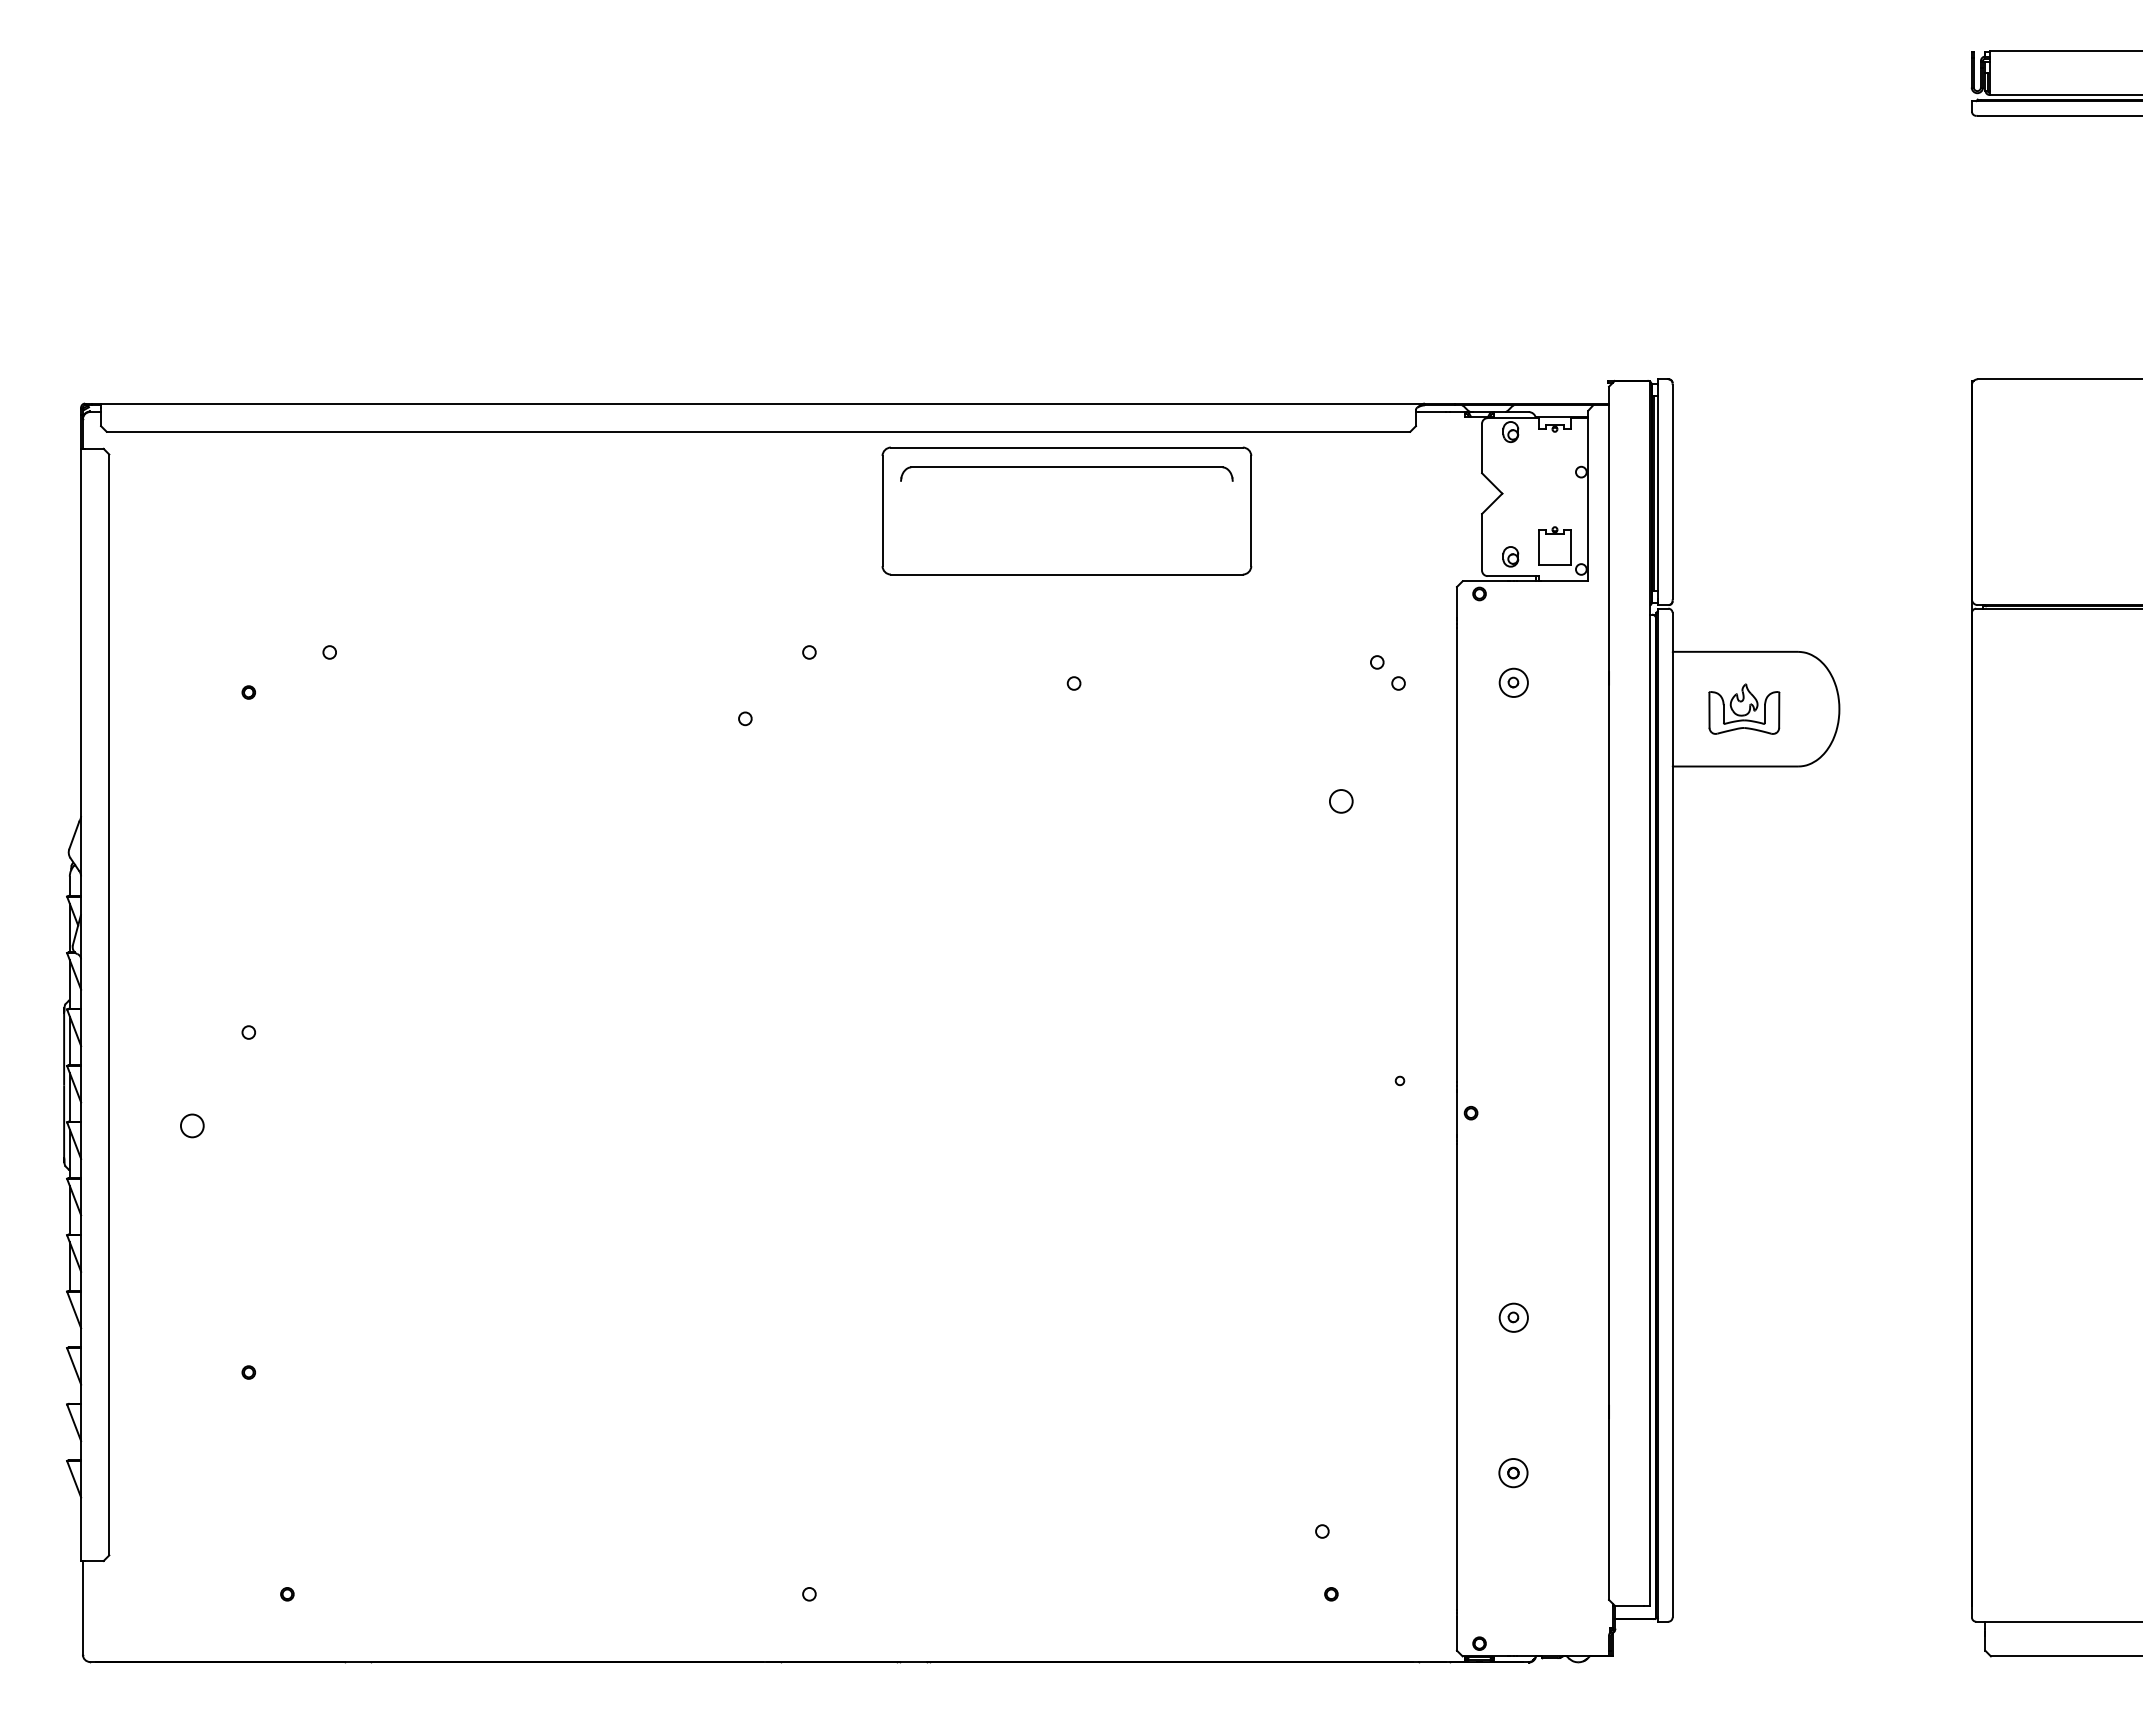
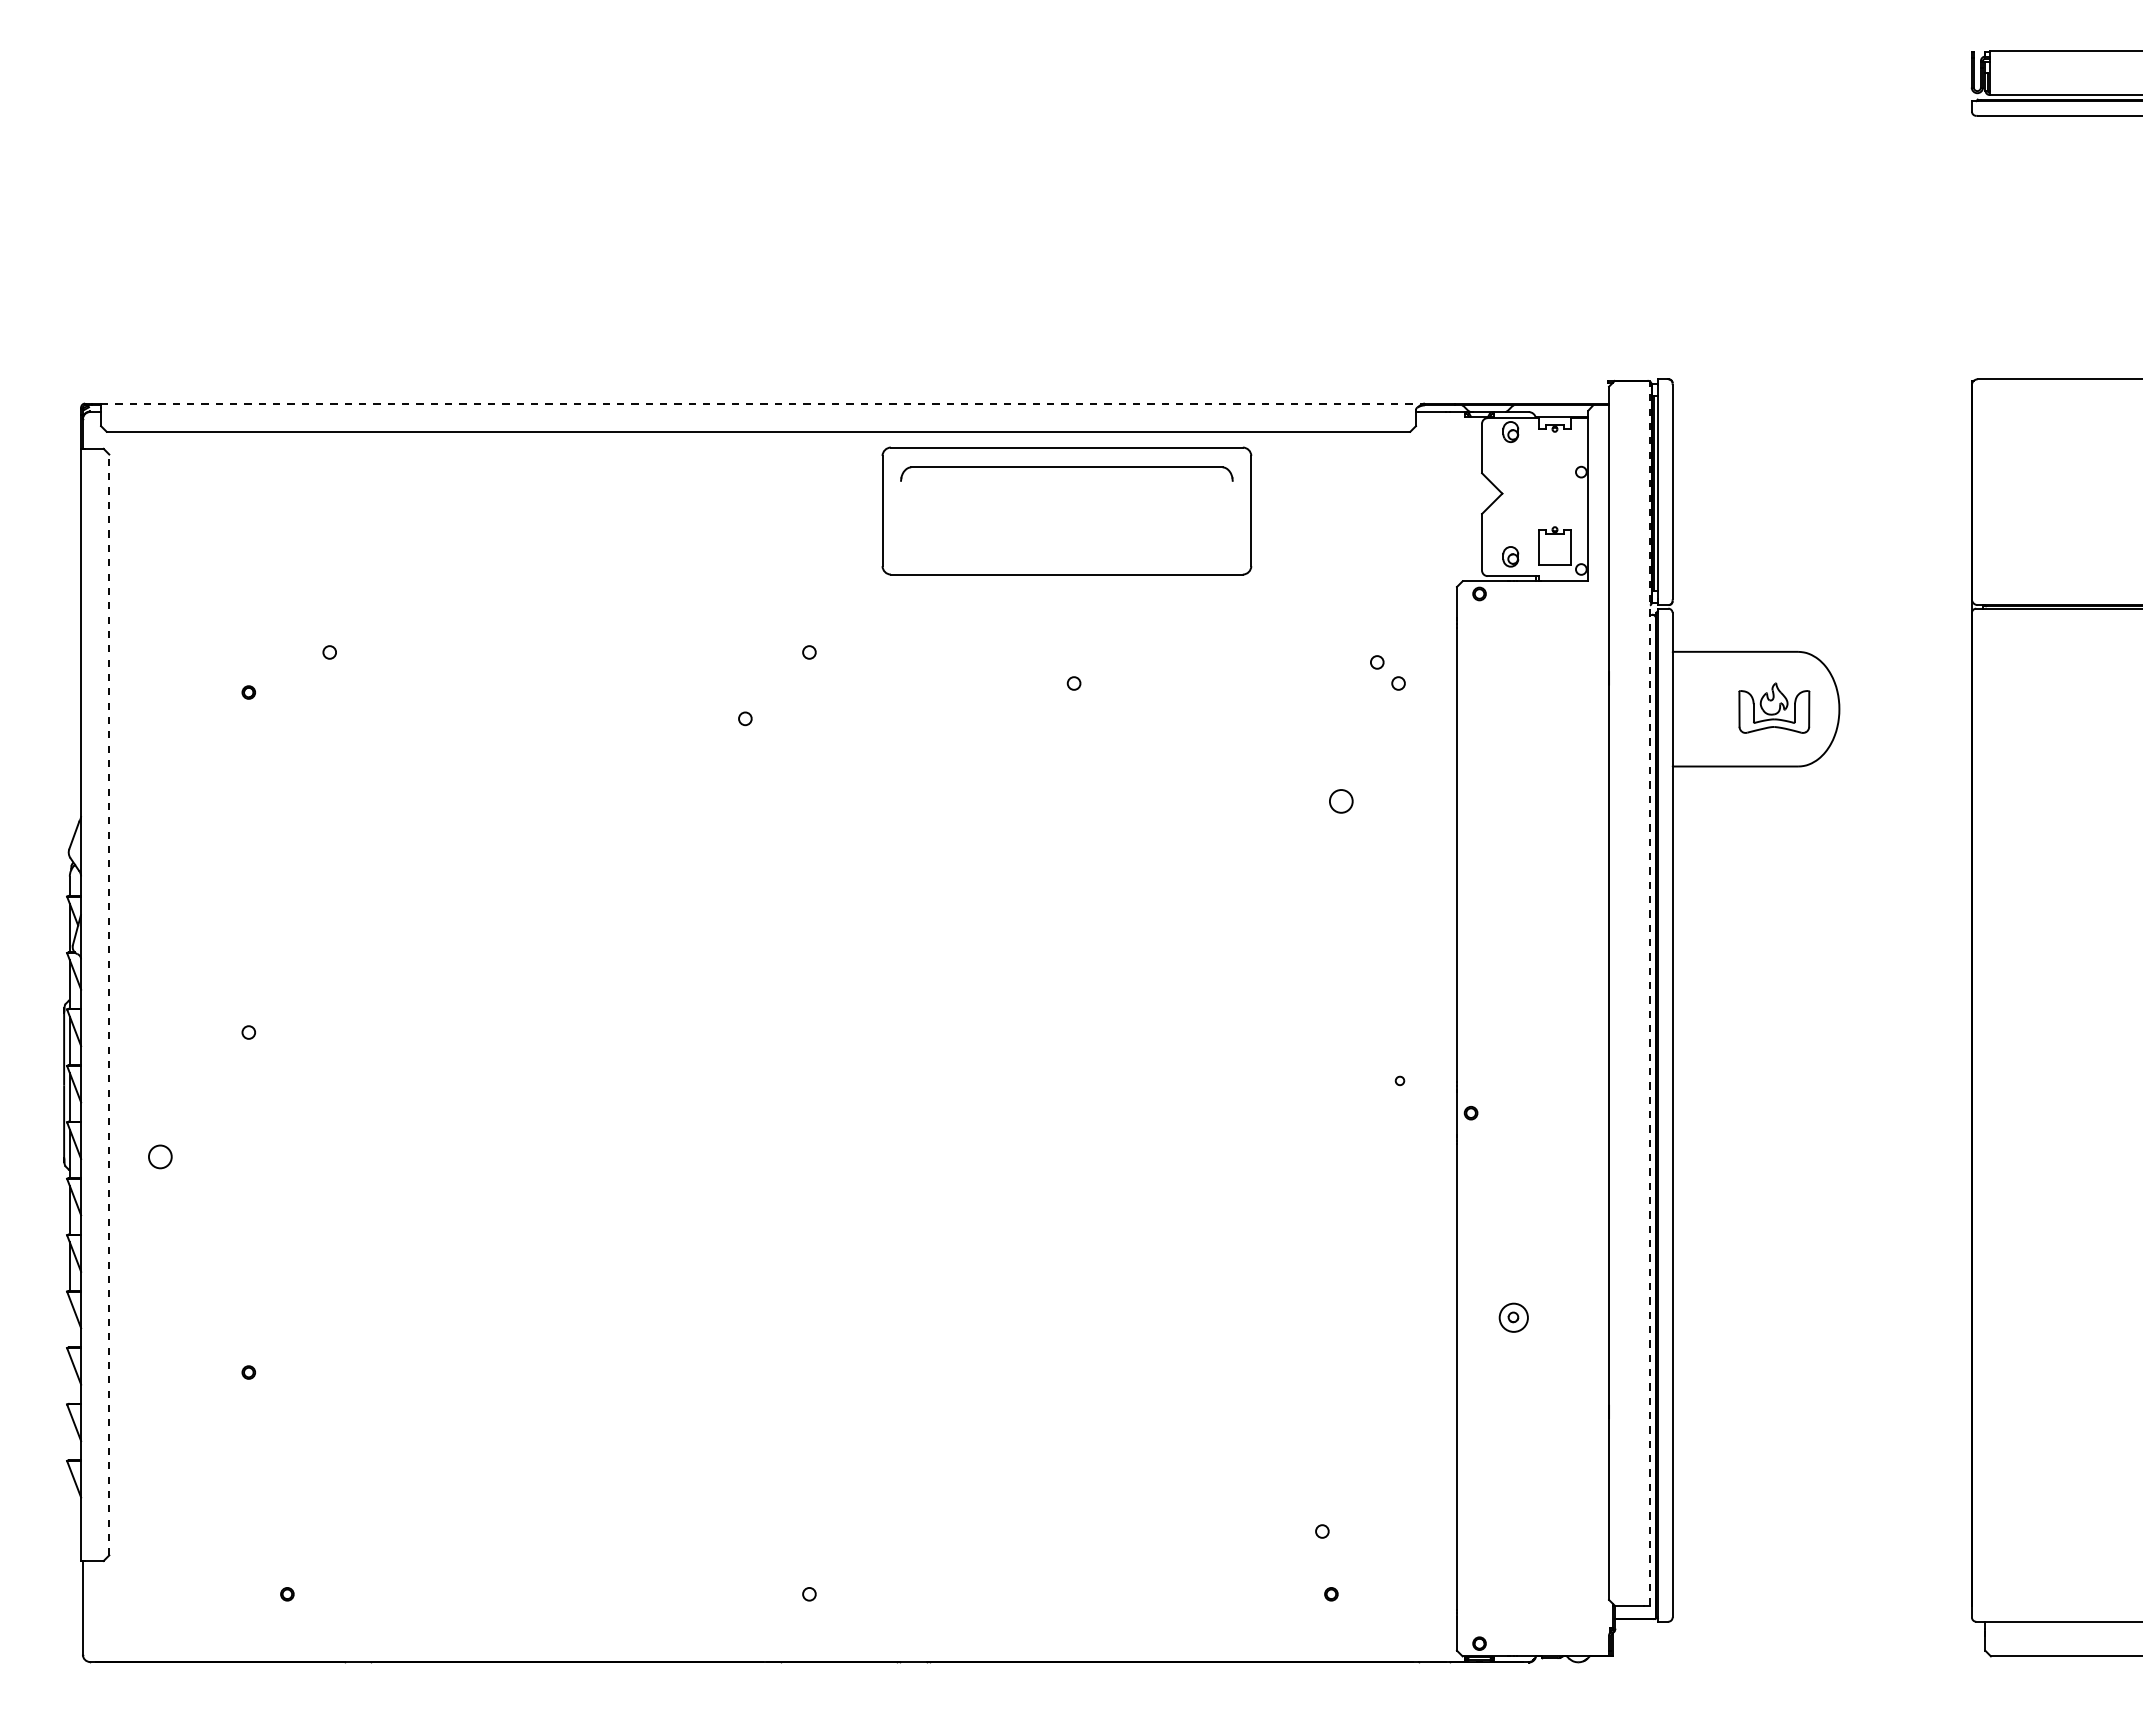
line at (763, 403): solid -> dashed
part at (1513, 682): present -> none
part at (1744, 708) position: (1744, 708) -> (1774, 707)
line at (1650, 992): solid -> dashed
line at (109, 1004): solid -> dashed
circle at (192, 1125) position: (192, 1125) -> (160, 1156)
part at (1513, 1473): present -> none
